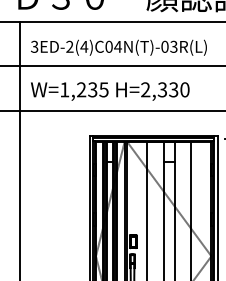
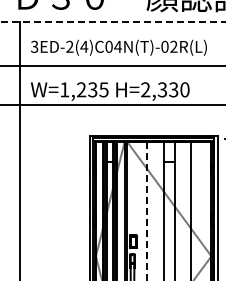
line at (113, 21): solid -> dashed
text at (173, 46): 3ED-2(4)C04N(T)-03R(L) -> 3ED-2(4)C04N(T)-02R(L)
line at (112, 110) position: (112, 110) -> (112, 104)
line at (146, 211): solid -> dashed
